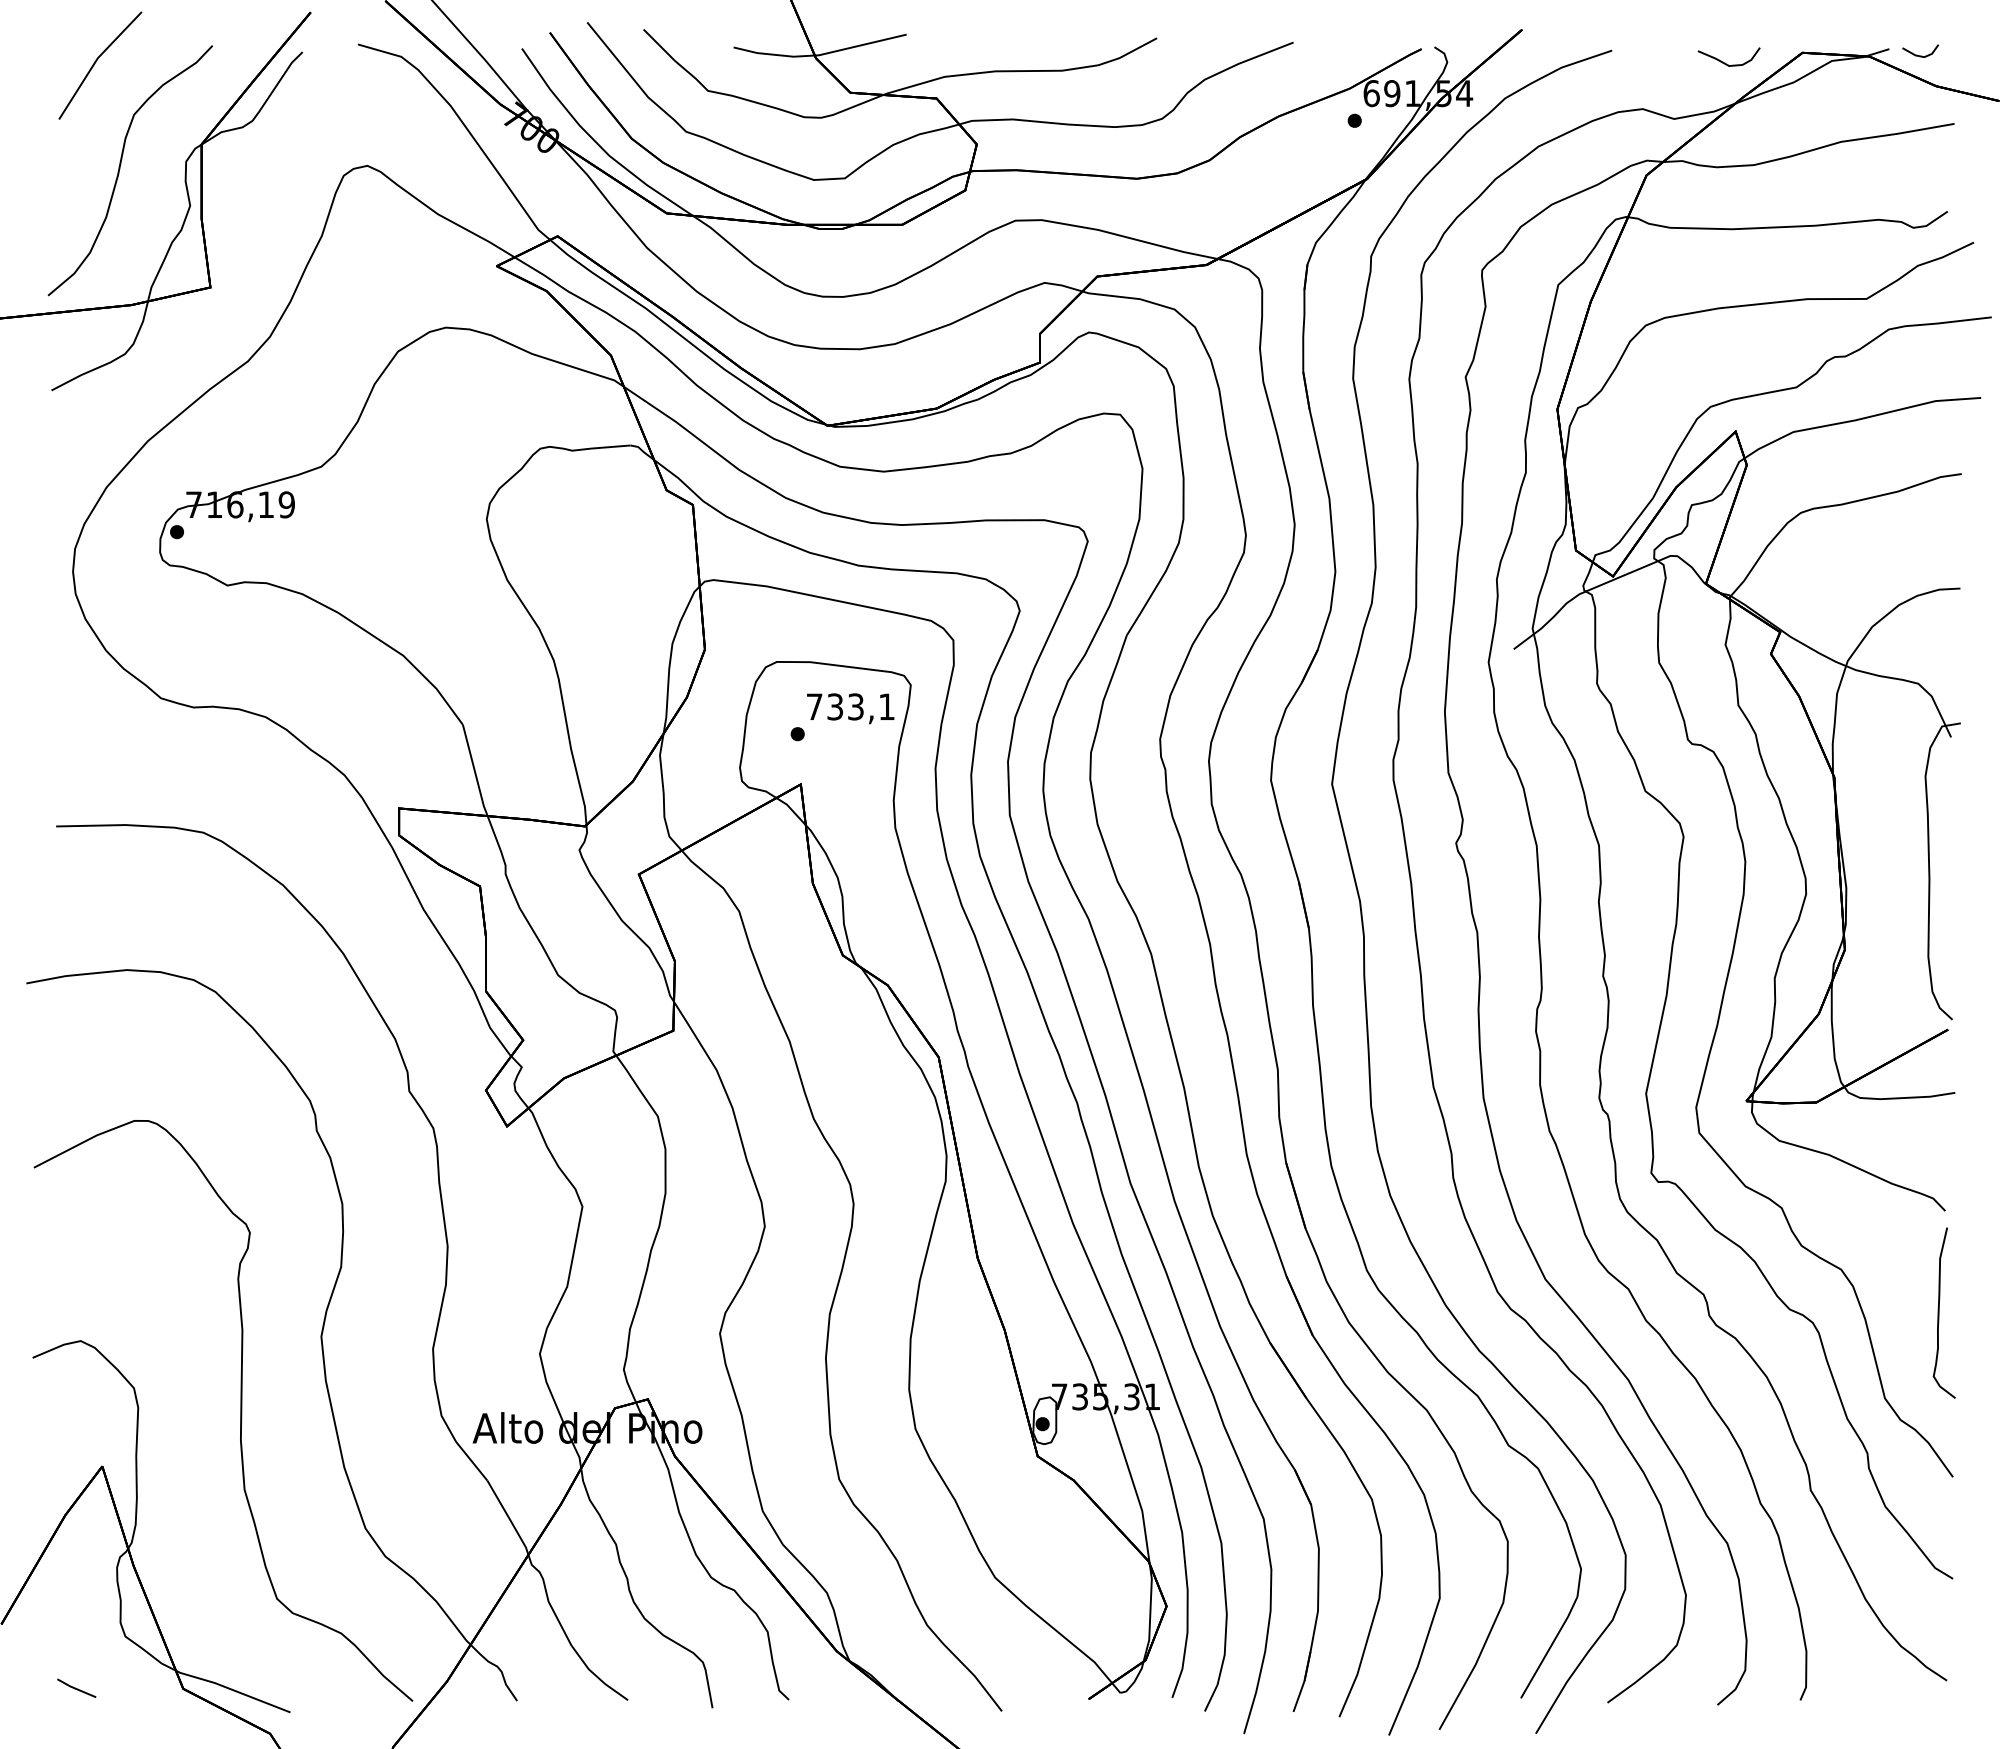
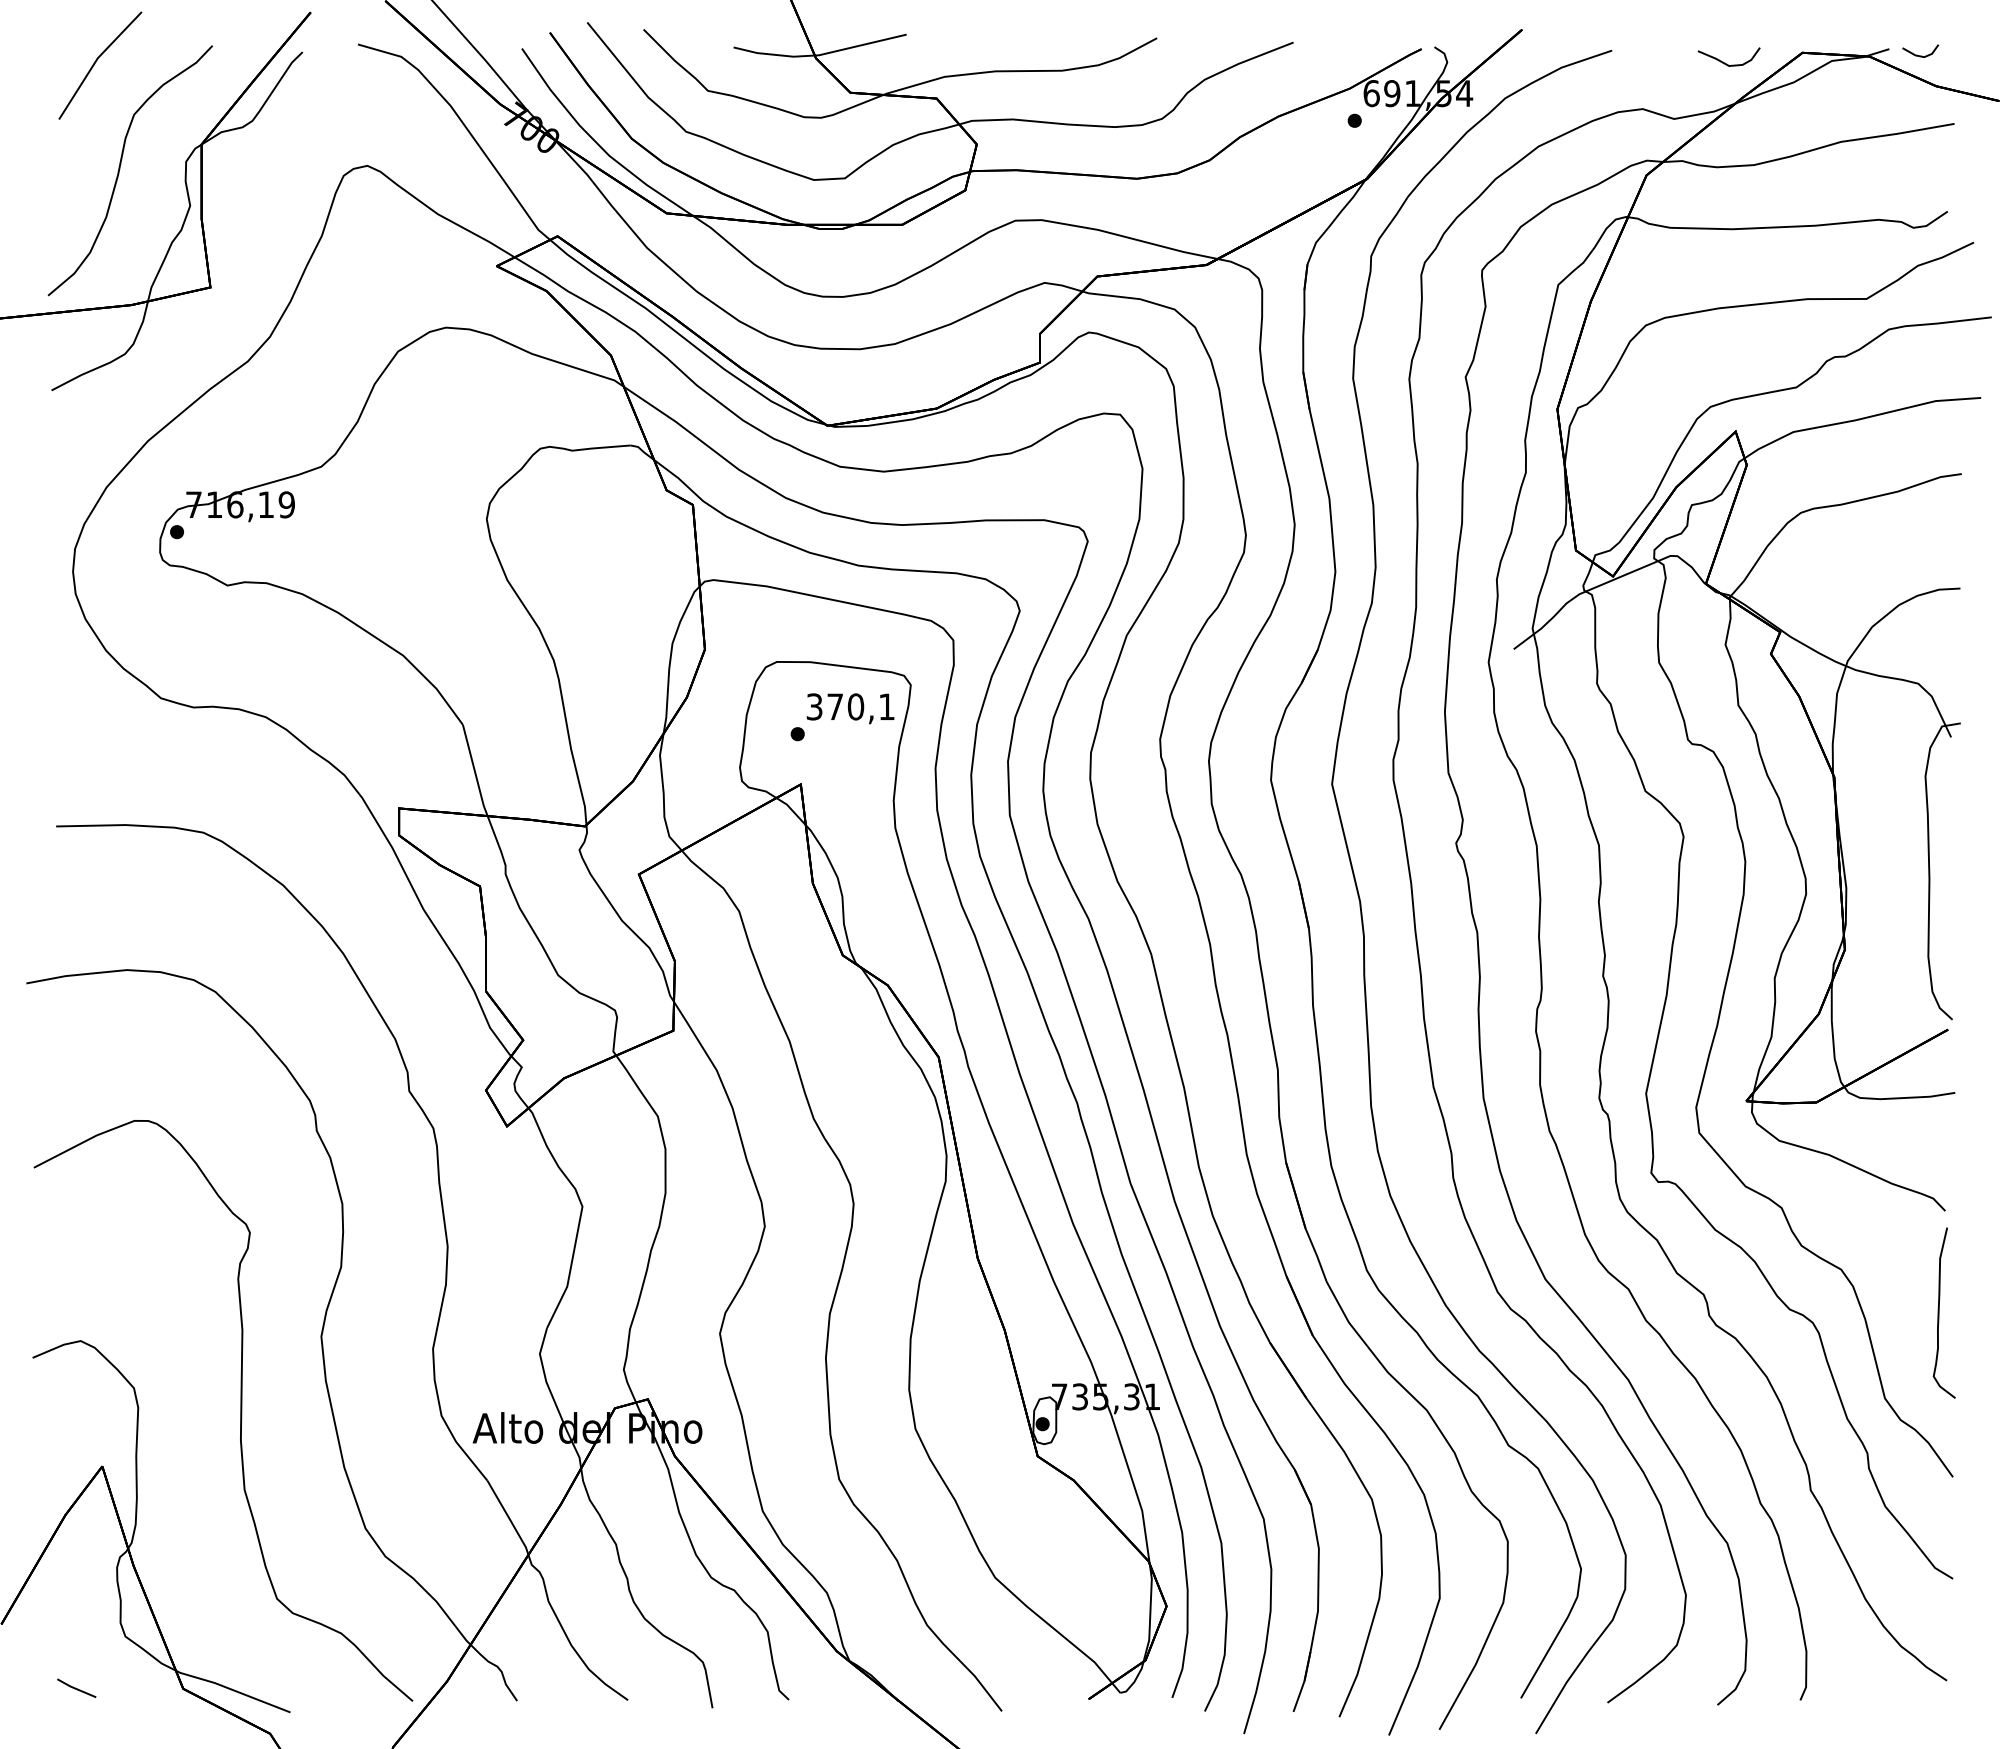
text at (835, 706): 733,1 -> 370,1
